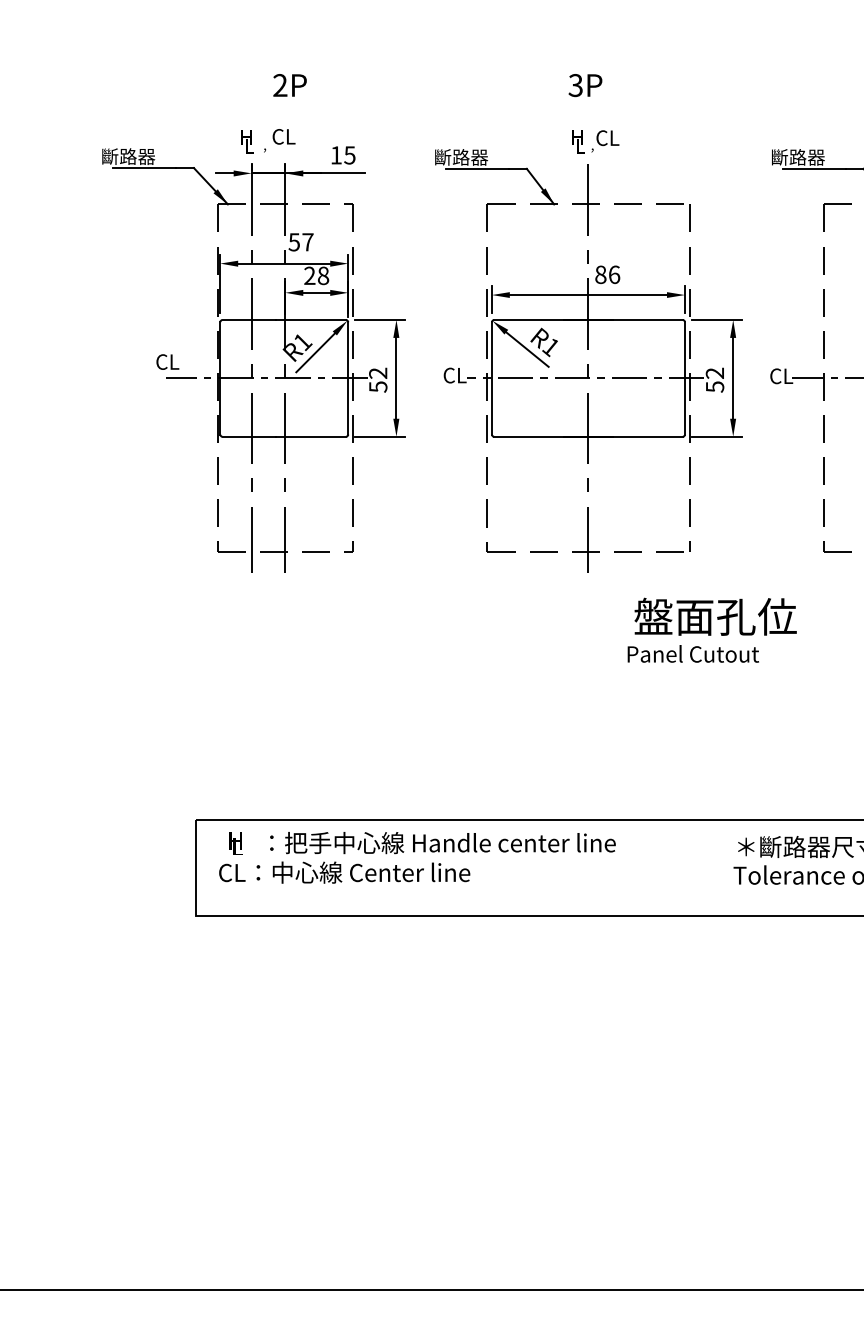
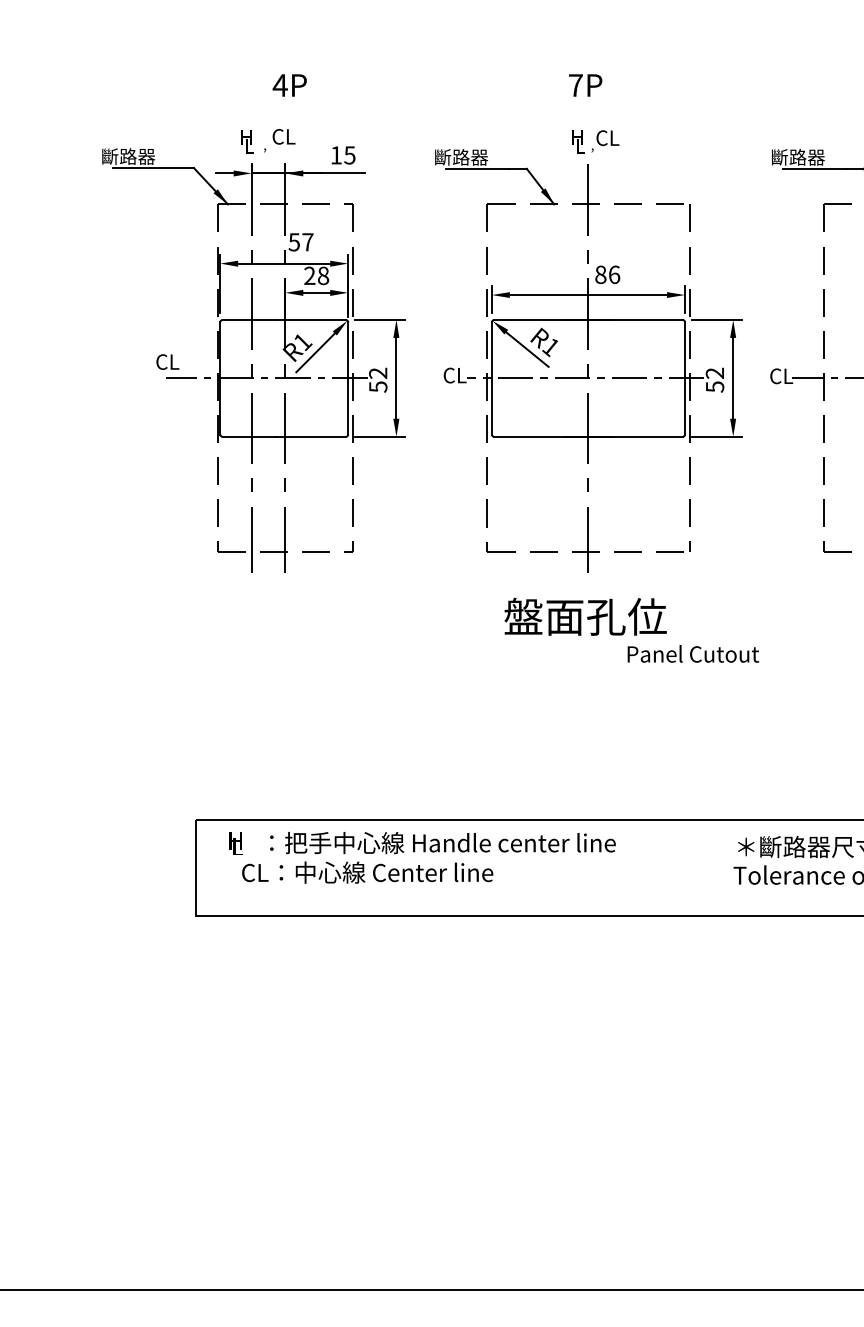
text at (279, 85): 2P -> 4P
text at (575, 85): 3P -> 7P
text at (715, 616) position: (715, 616) -> (585, 616)
text at (344, 872) position: (344, 872) -> (367, 872)
